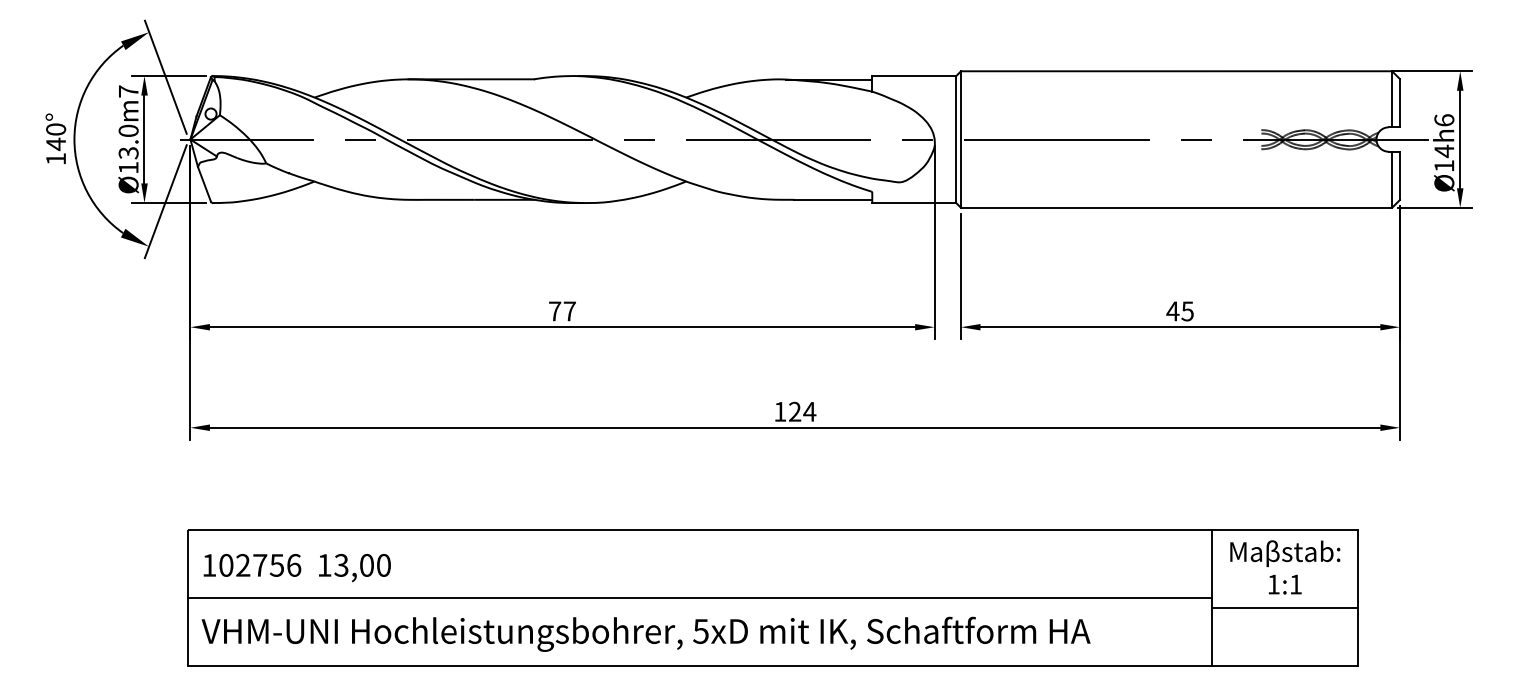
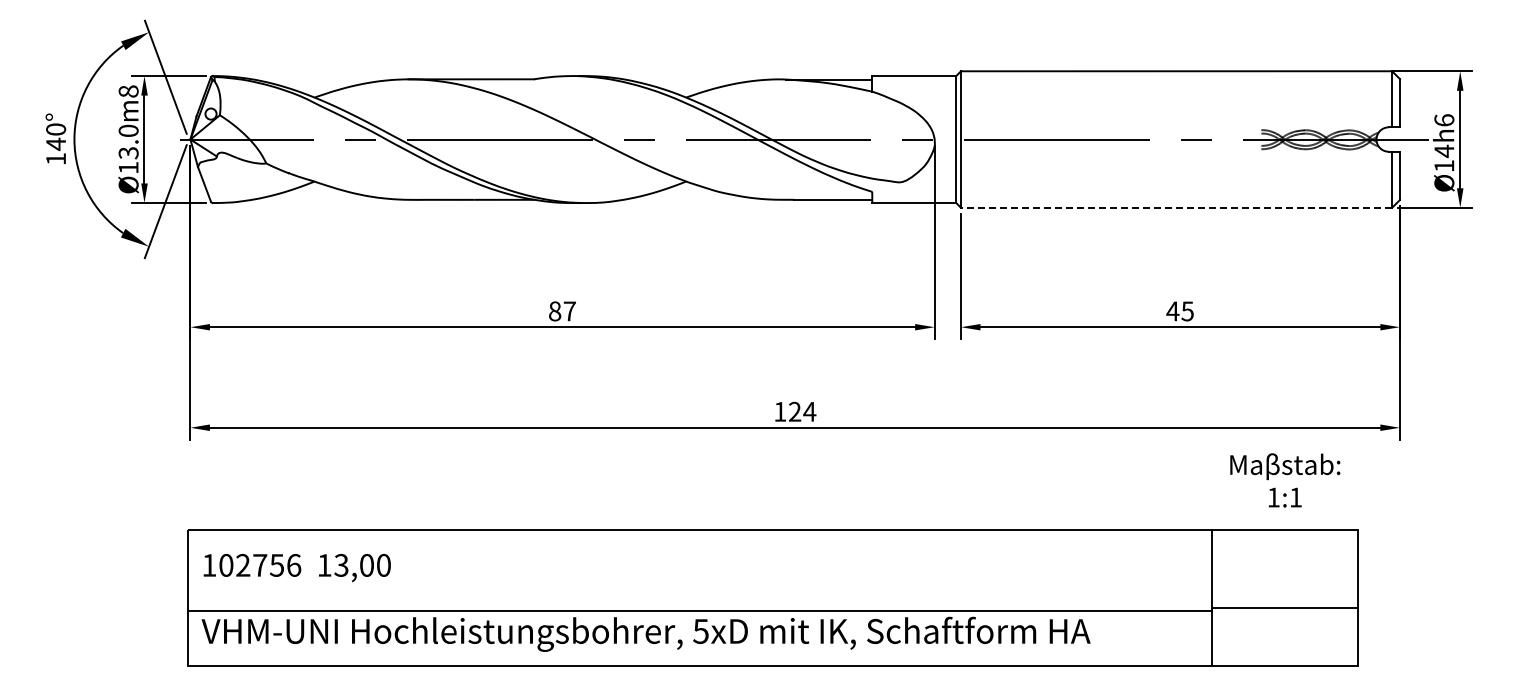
text at (128, 91): Ø13.0m7 -> Ø13.0m8
line at (1176, 207): solid -> dashed
text at (555, 311): 77 -> 87
text at (1285, 567) position: (1285, 567) -> (1285, 480)
line at (699, 597) position: (699, 597) -> (699, 610)
